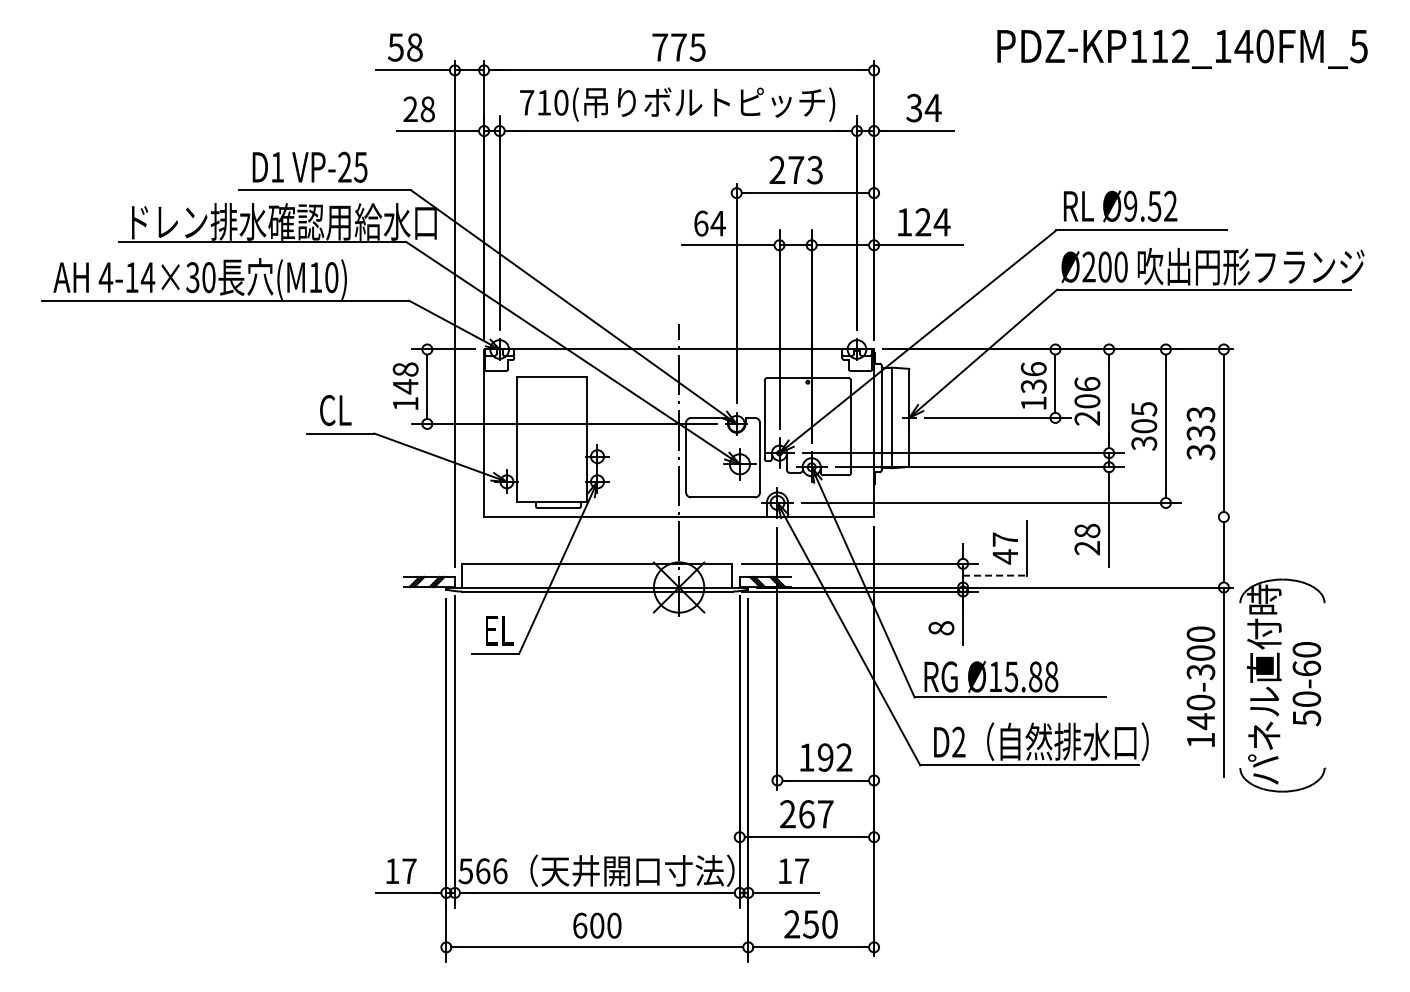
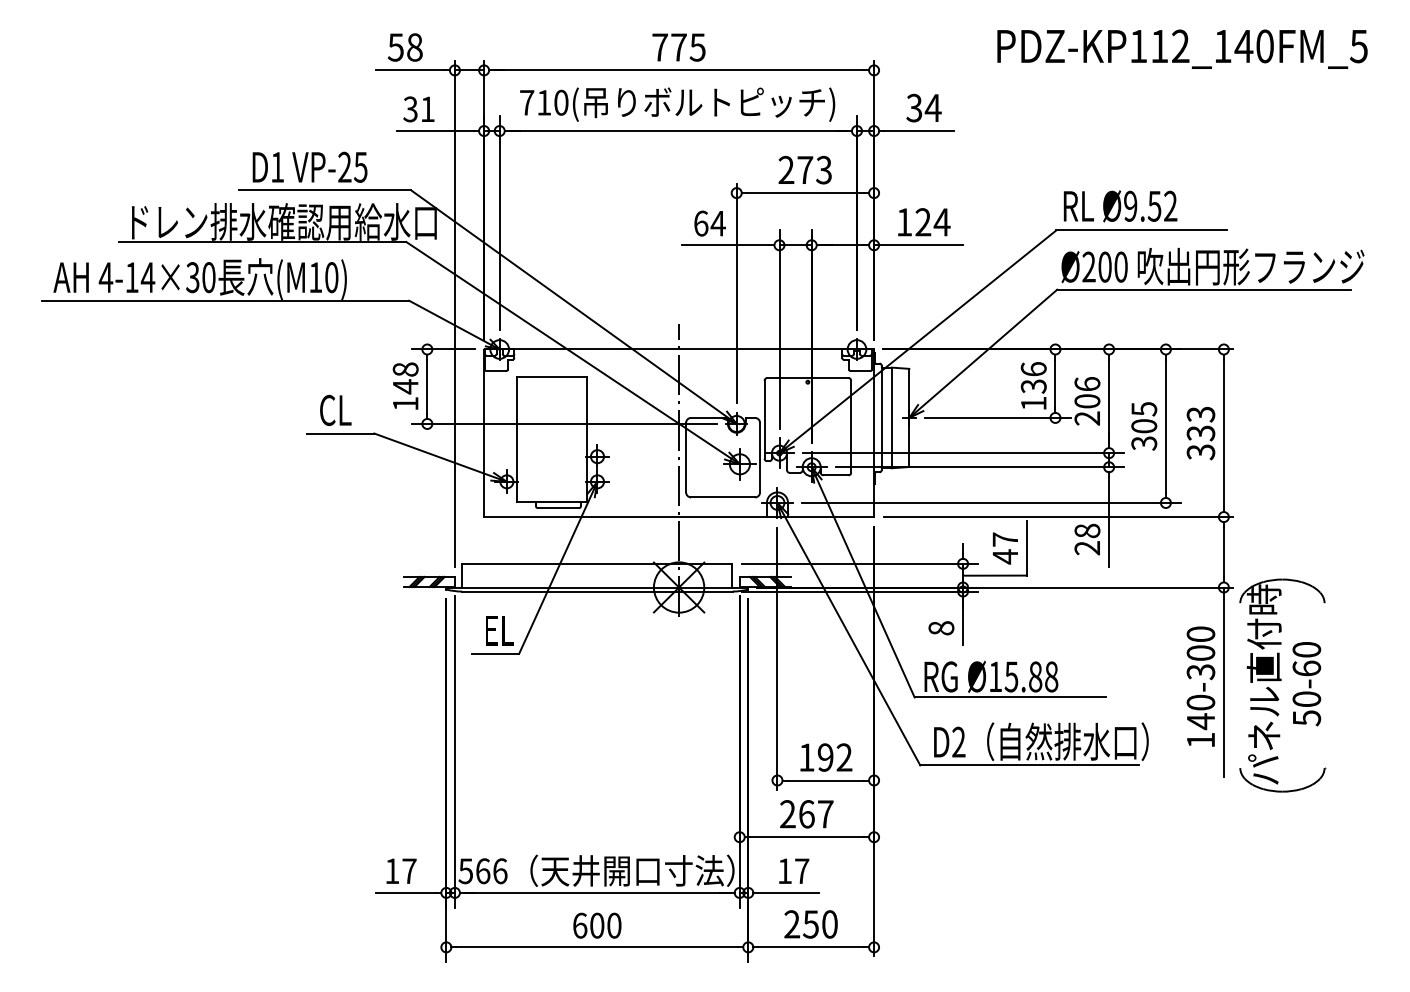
text at (418, 109): 28 -> 31
text at (795, 169) position: (795, 169) -> (804, 169)
line at (1057, 517): none -> present
line at (995, 575): dashed -> solid
